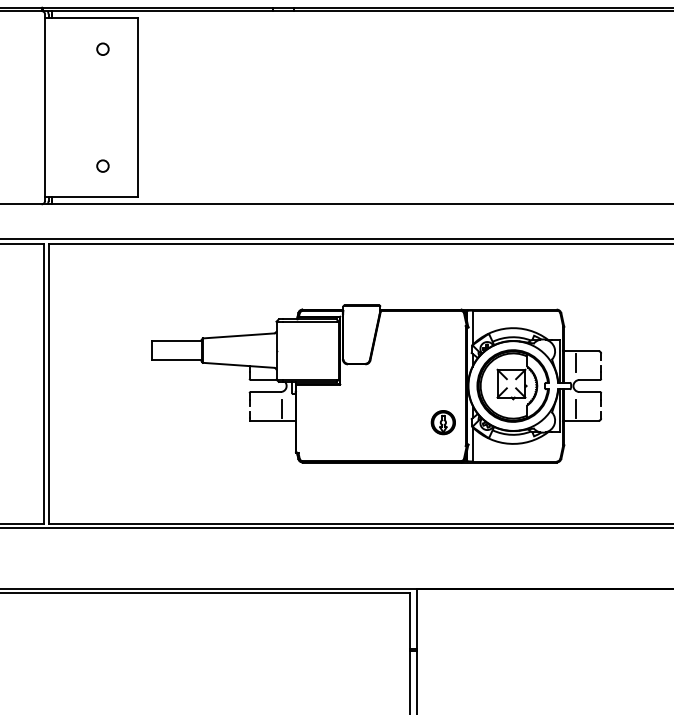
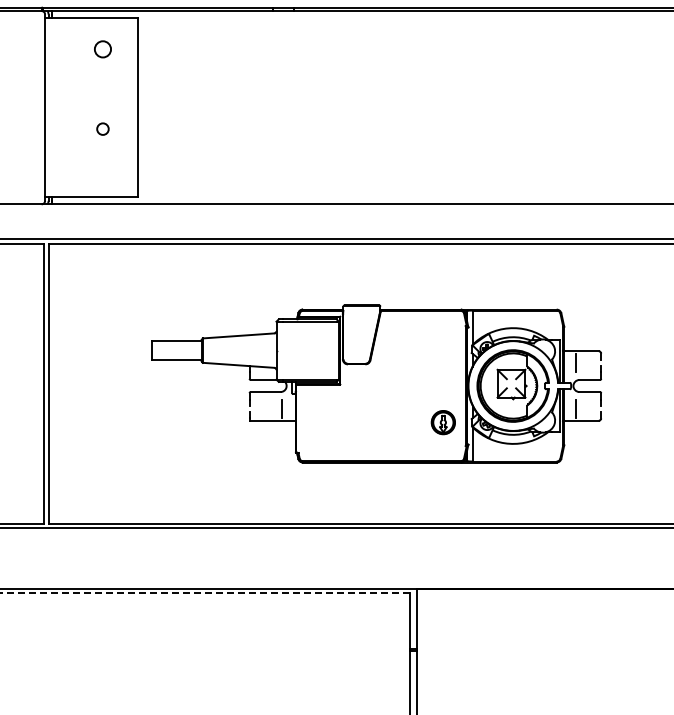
circle at (102, 48) size: 14x14 px -> 18x19 px
circle at (102, 165) position: (102, 165) -> (102, 128)
line at (204, 593): solid -> dashed
